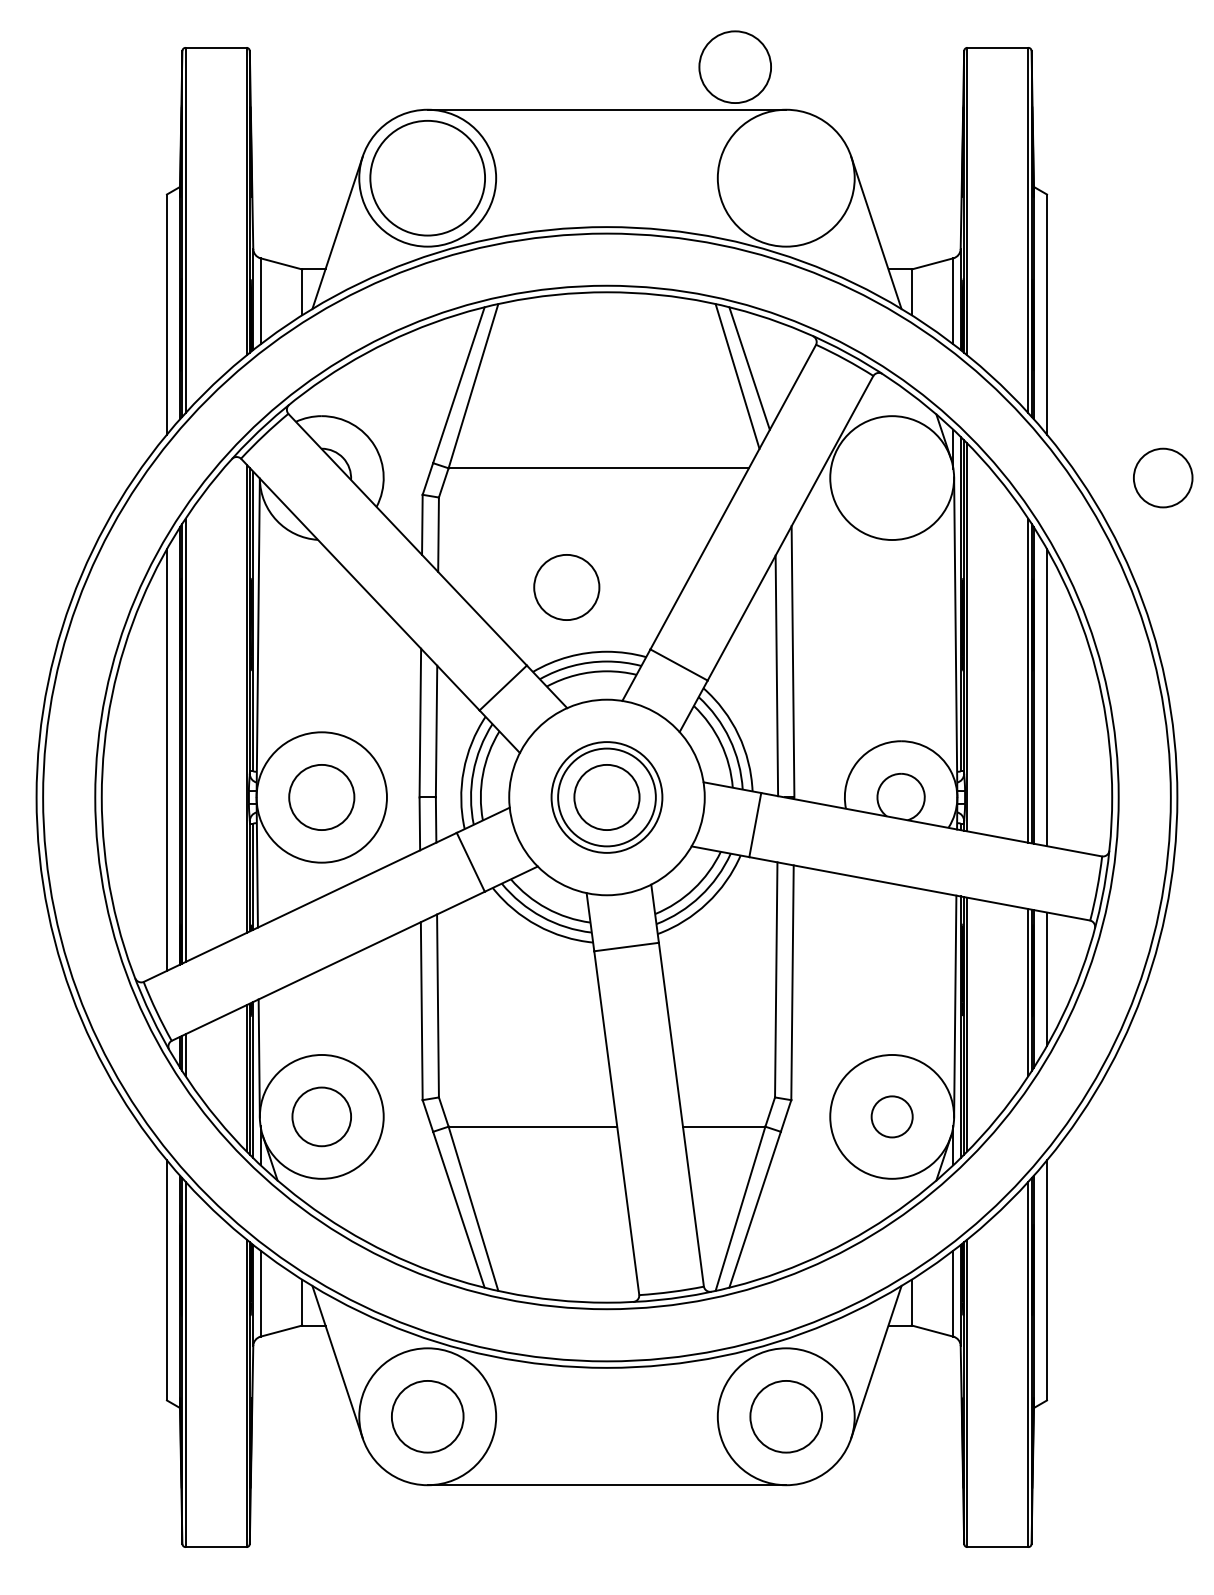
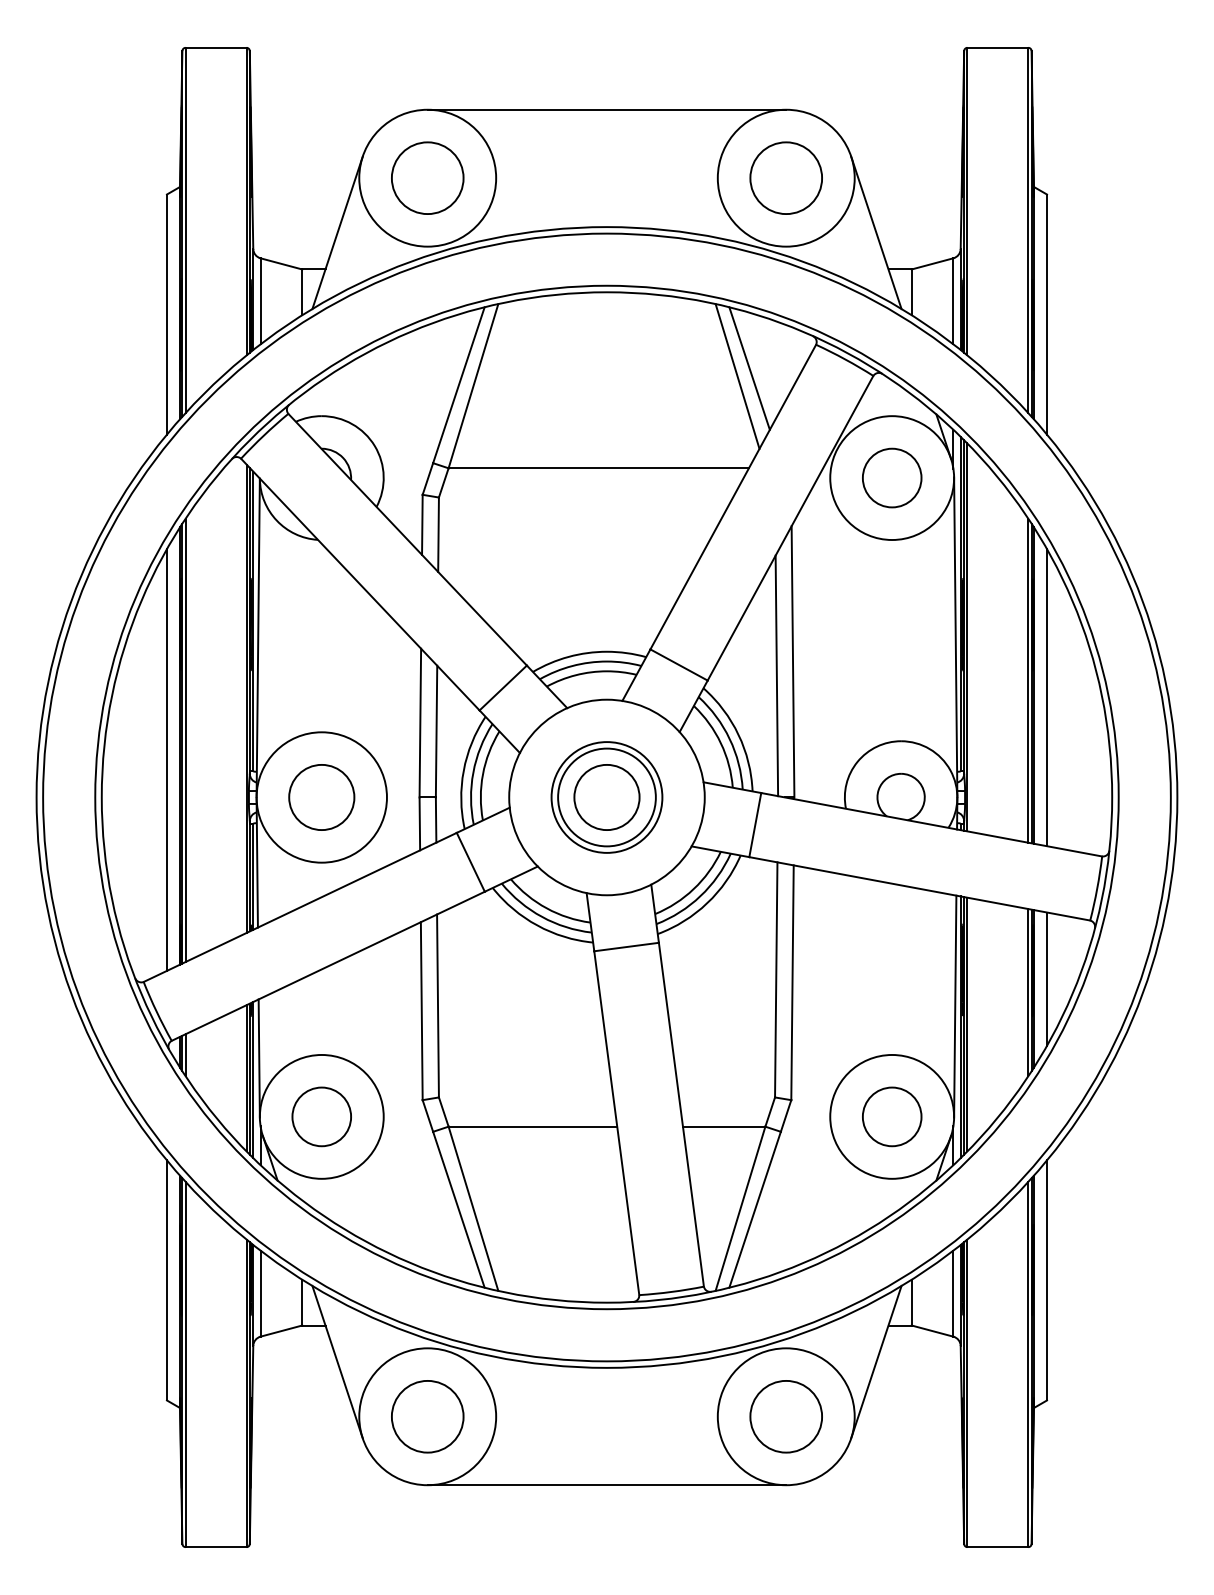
circle at (734, 66) position: (734, 66) -> (785, 177)
circle at (427, 177) diameter: 115 px -> 72 px
circle at (1163, 477) position: (1163, 477) -> (892, 477)
circle at (566, 587): present -> none
circle at (891, 1116) diameter: 41 px -> 59 px
